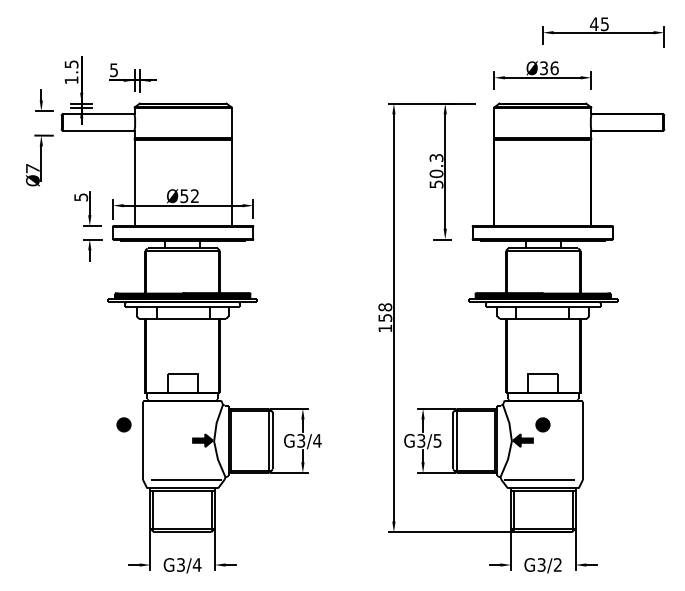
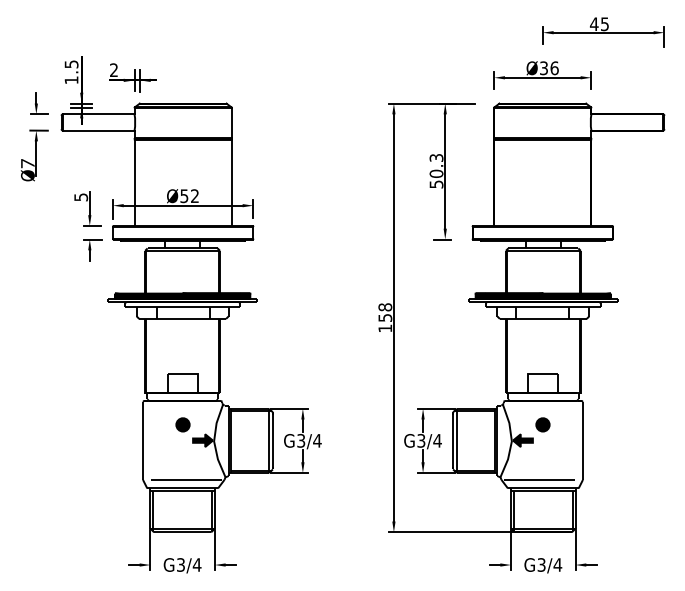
text at (113, 70): 5 -> 2
part at (44, 100) position: (44, 100) -> (39, 103)
part at (39, 160) position: (39, 160) -> (34, 155)
part at (123, 424) position: (123, 424) -> (182, 424)
text at (437, 440): G3/5 -> G3/4
text at (557, 564): G3/2 -> G3/4
